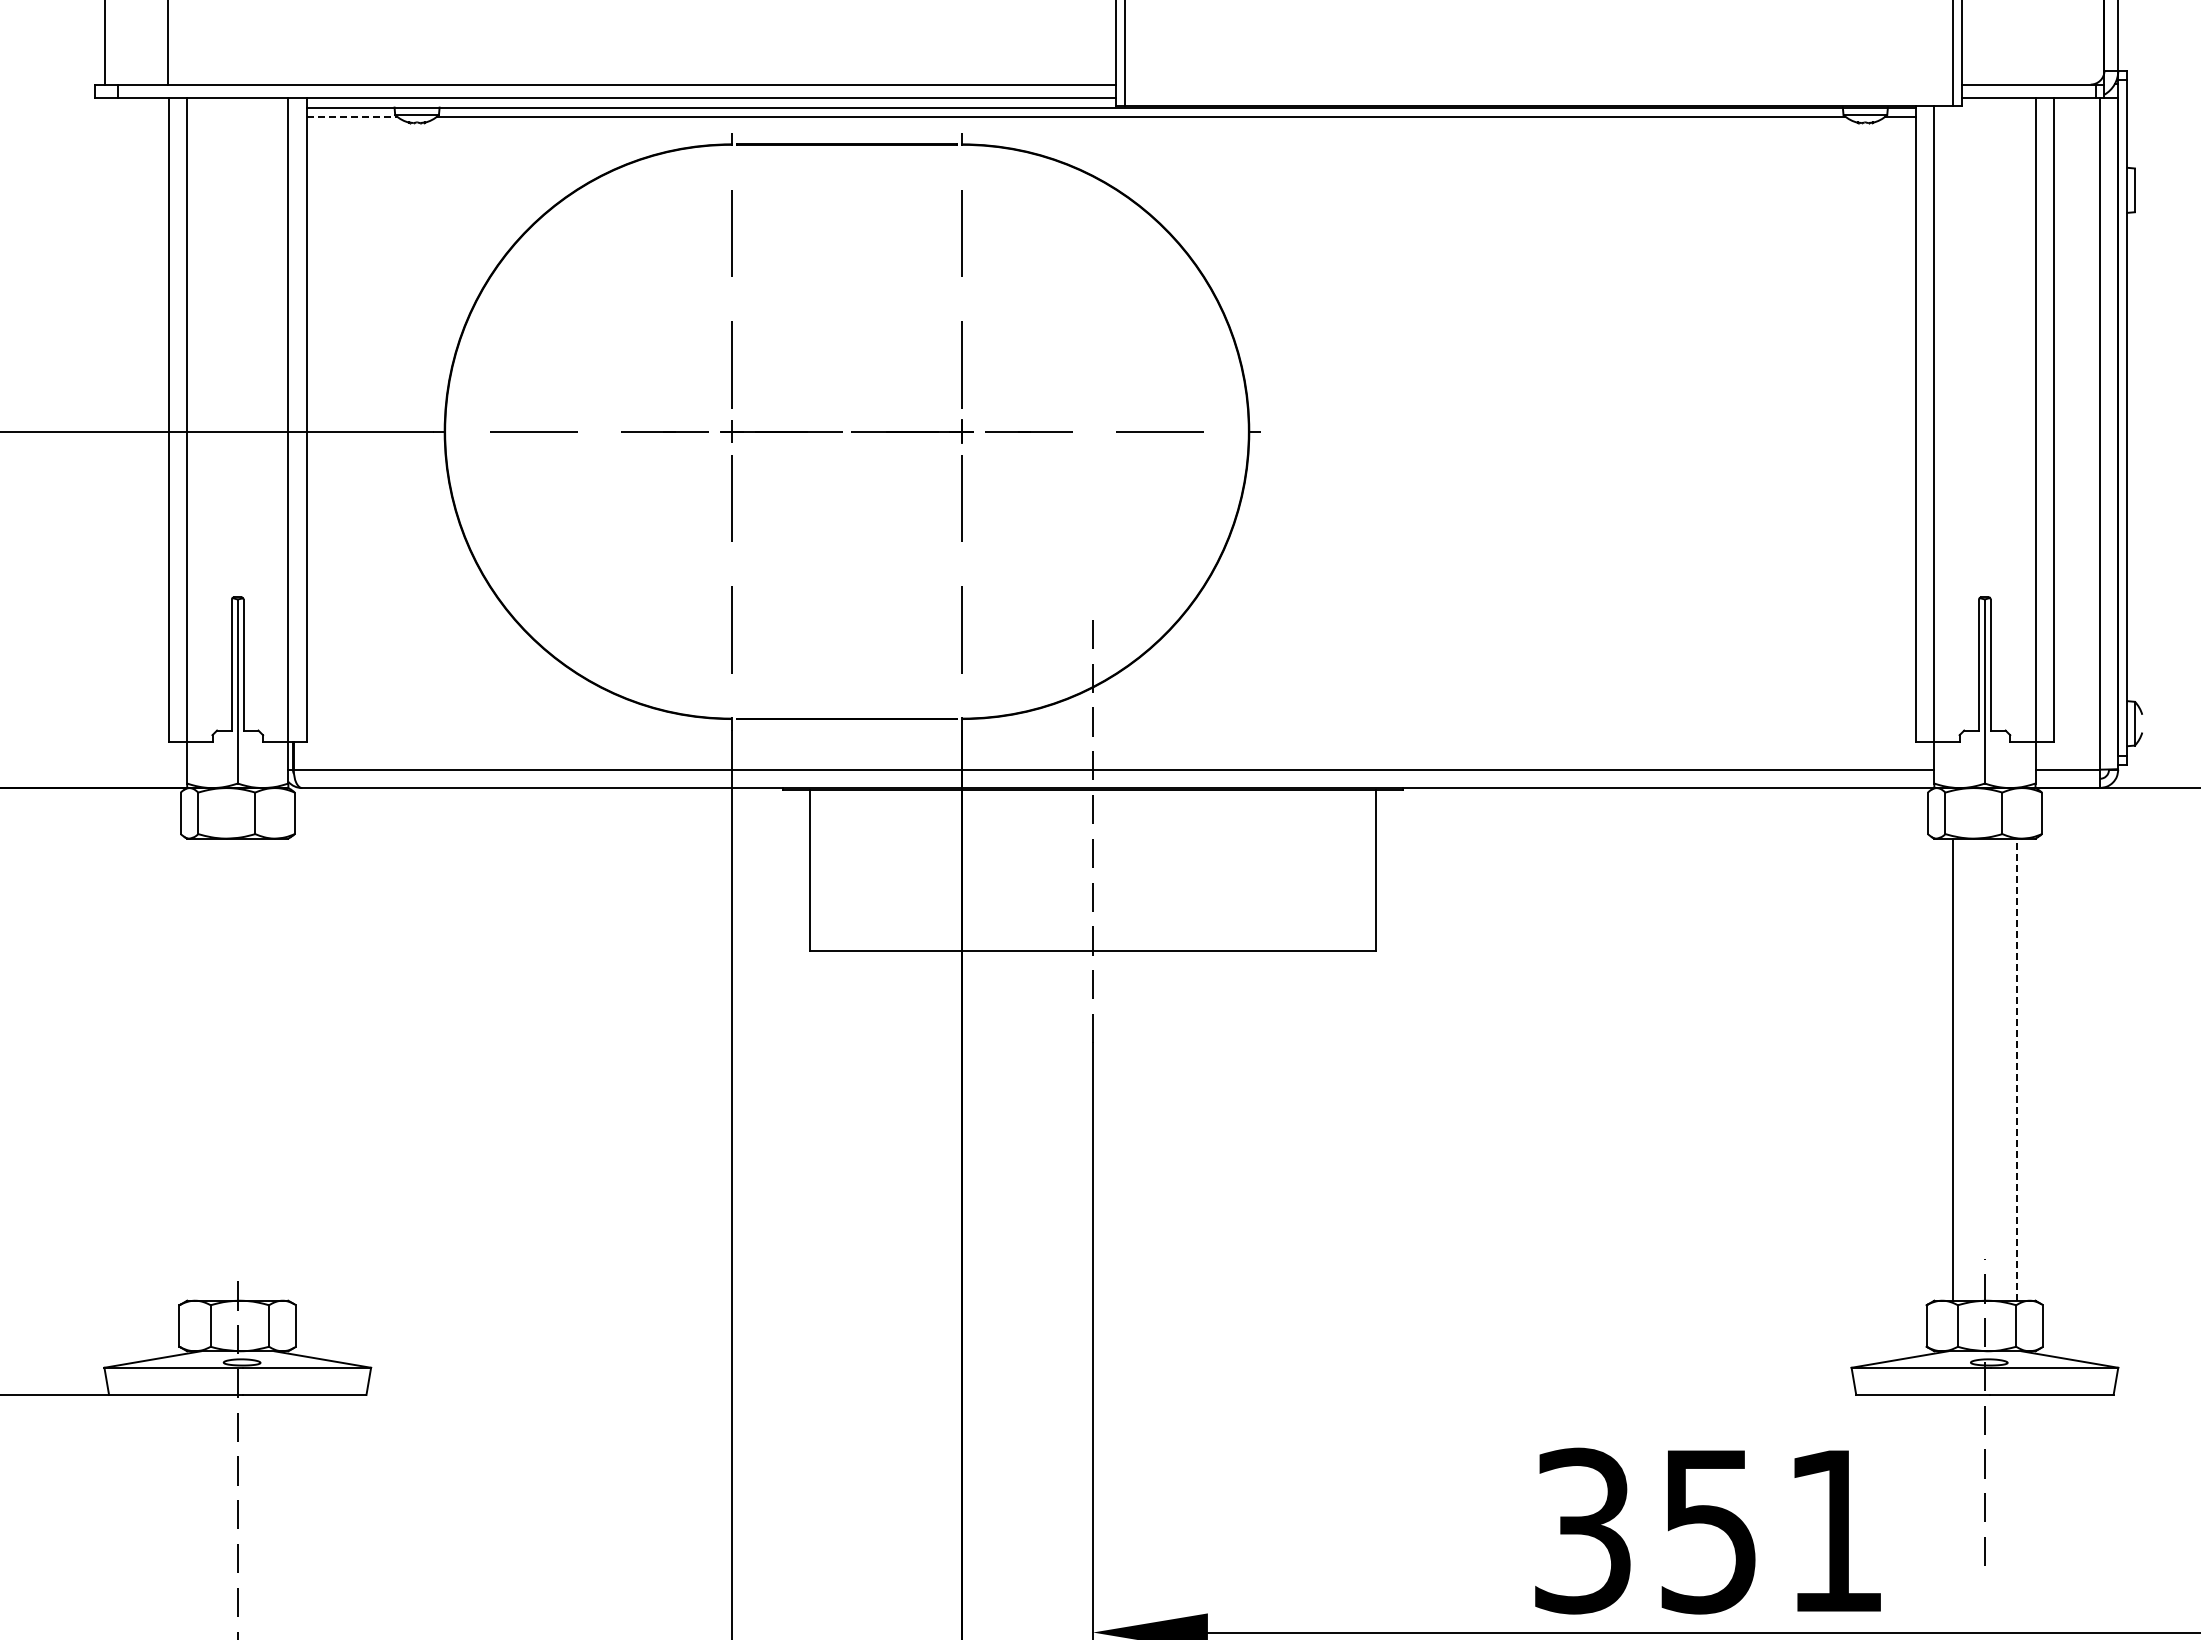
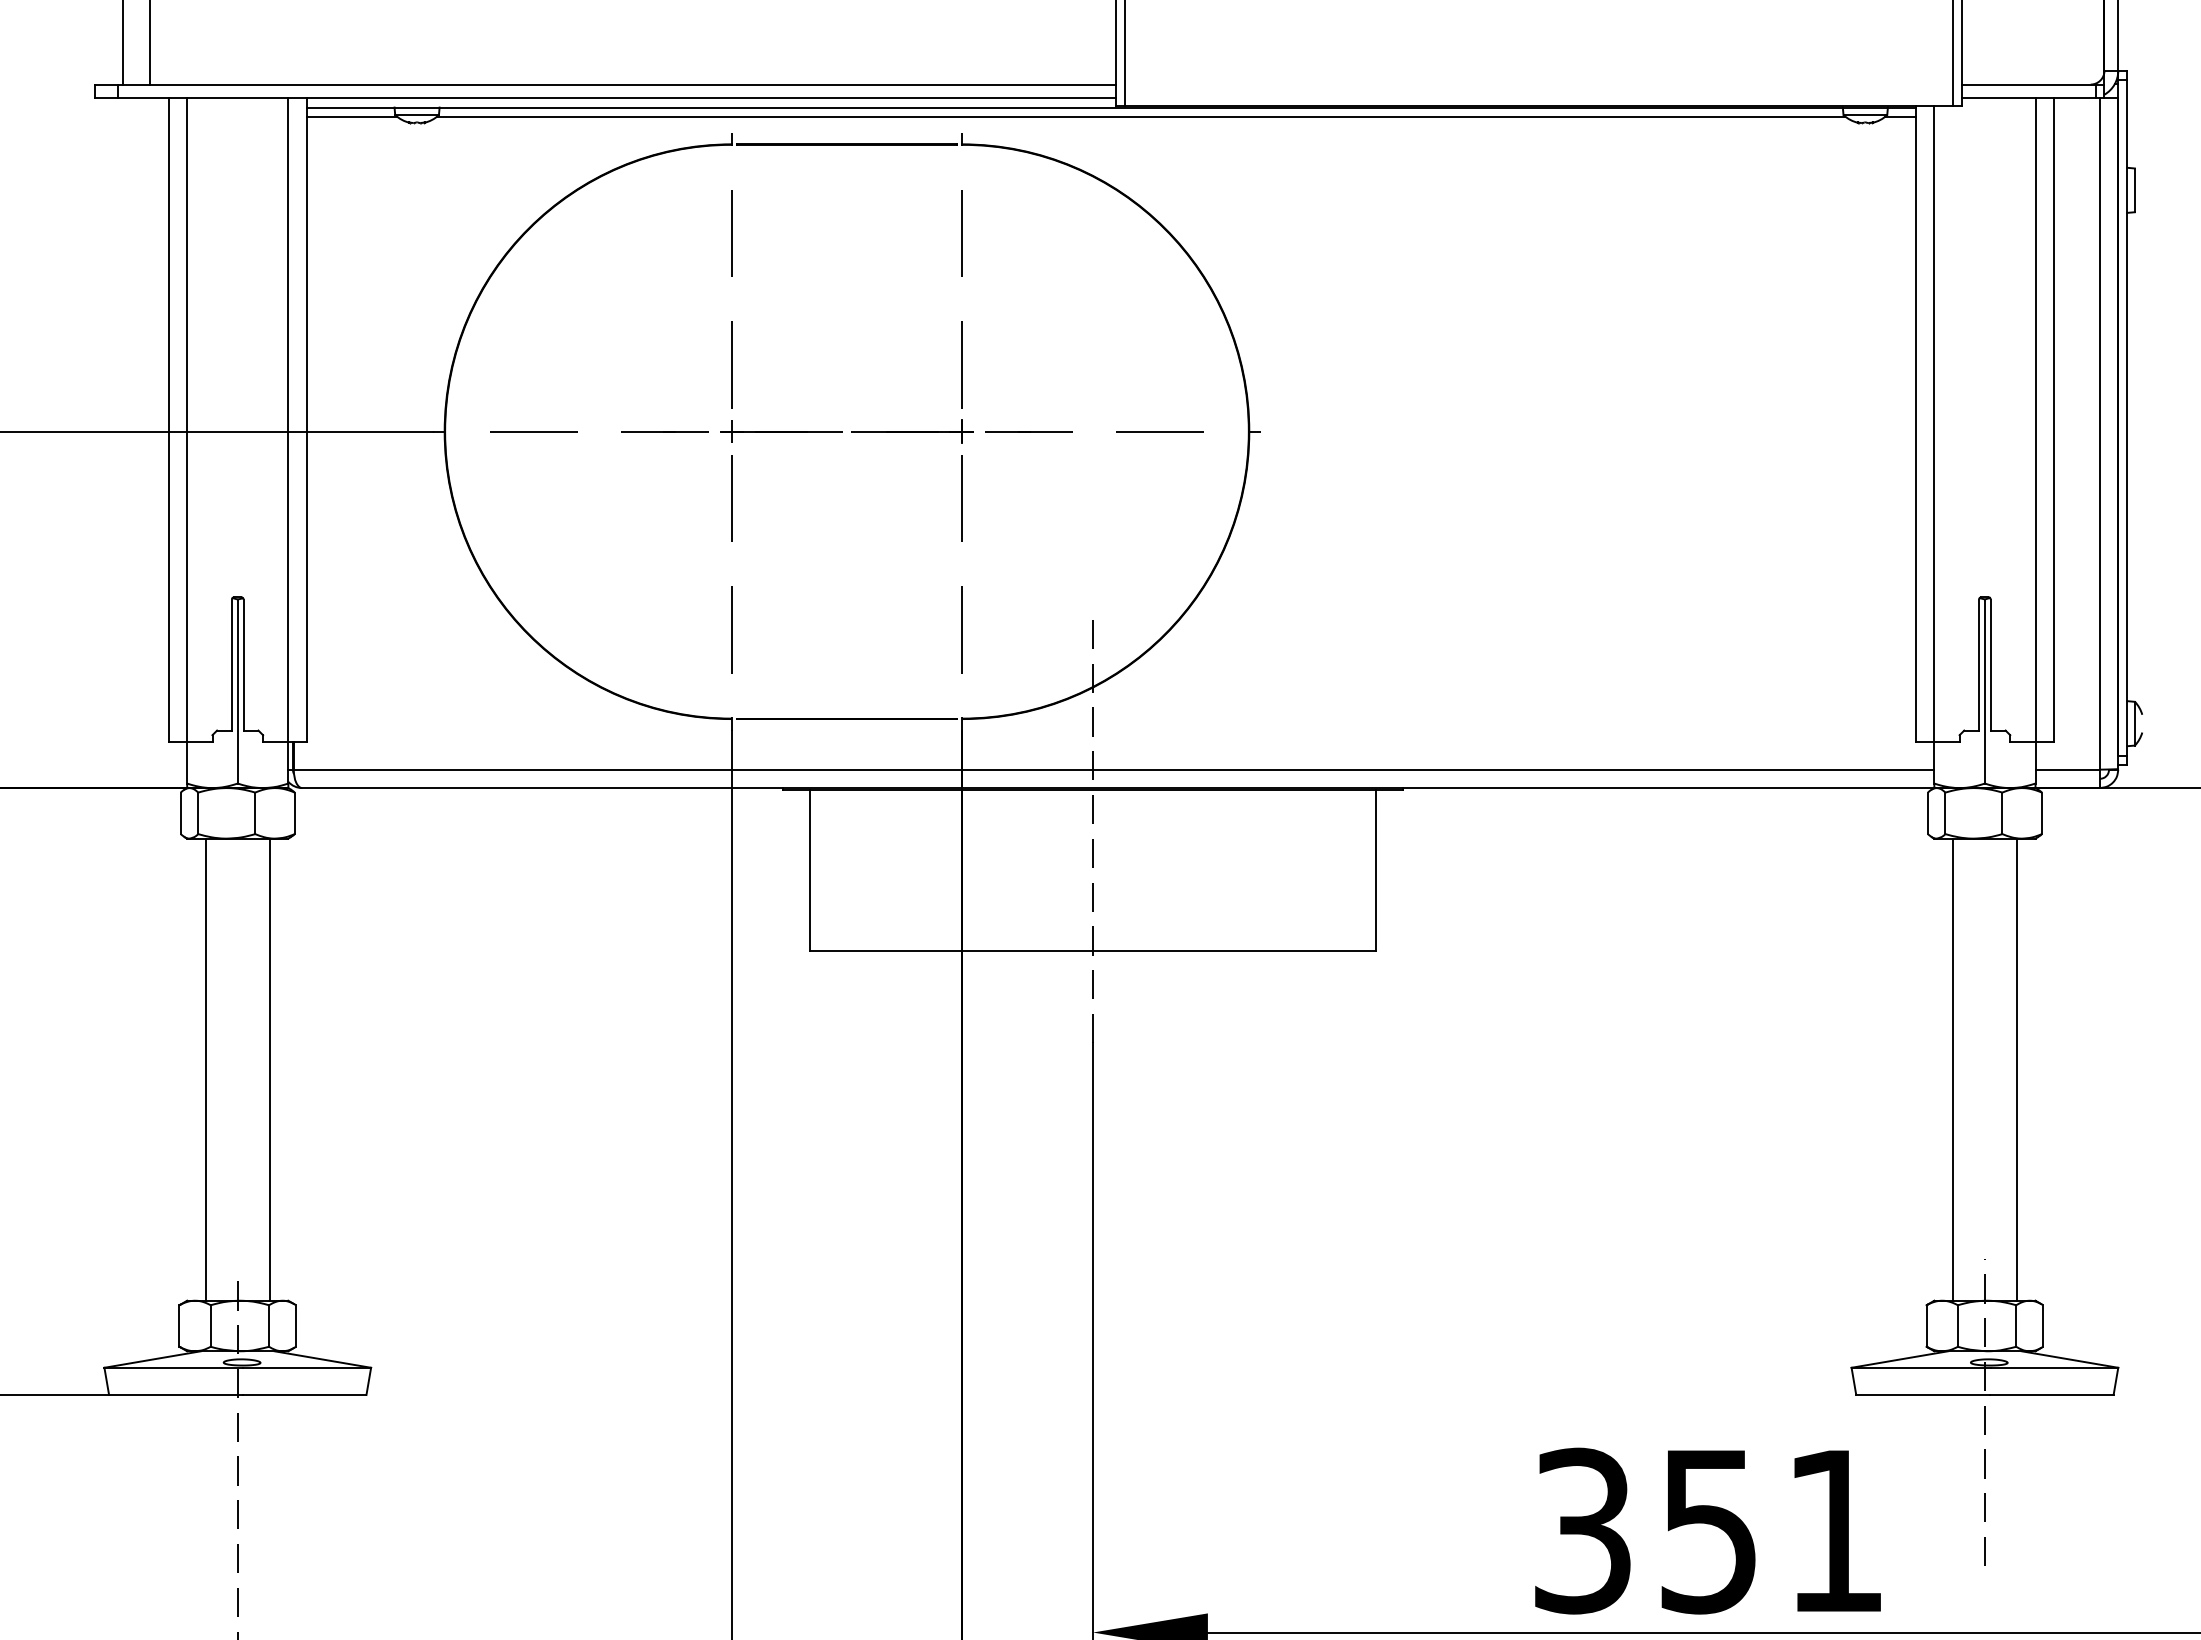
line at (104, 43) position: (104, 43) -> (122, 43)
line at (168, 43) position: (168, 43) -> (150, 43)
line at (352, 116): dashed -> solid
line at (205, 1069): none -> present
line at (269, 1069): none -> present
line at (2017, 1069): dashed -> solid
